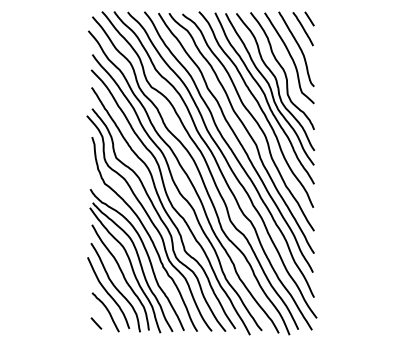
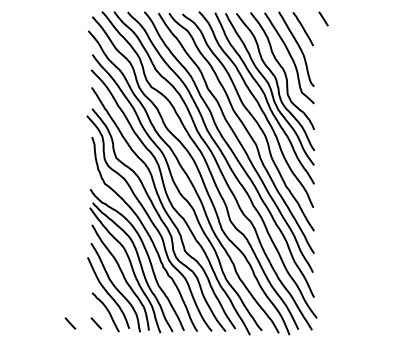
line at (309, 18) position: (309, 18) -> (323, 18)
line at (70, 323): none -> present
